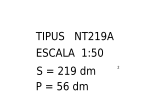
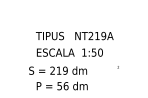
text at (65, 70) position: (65, 70) -> (57, 70)
